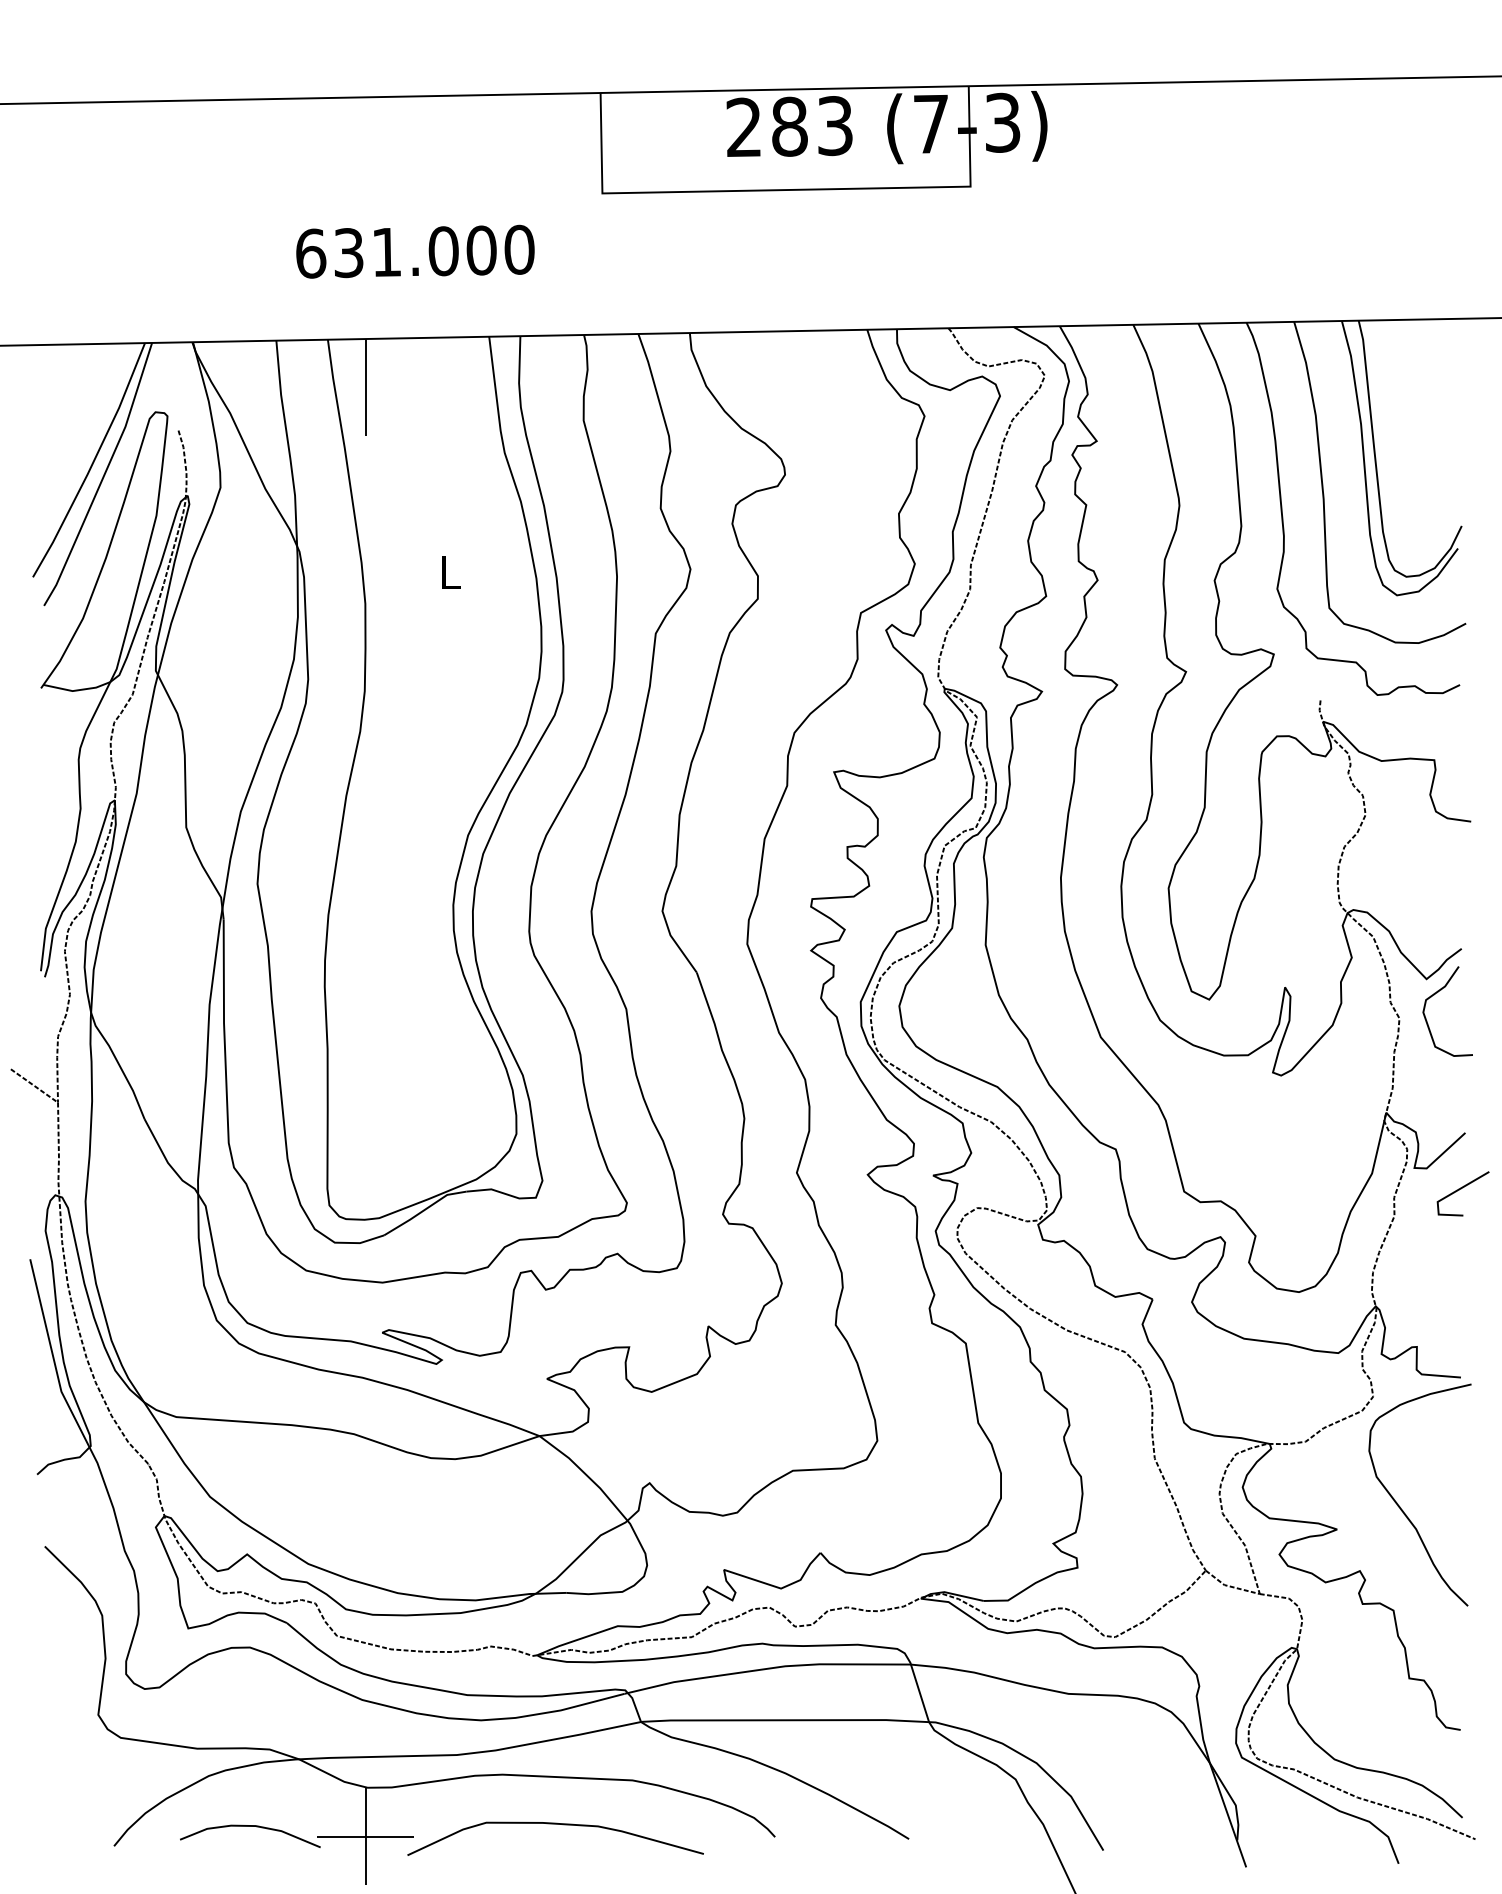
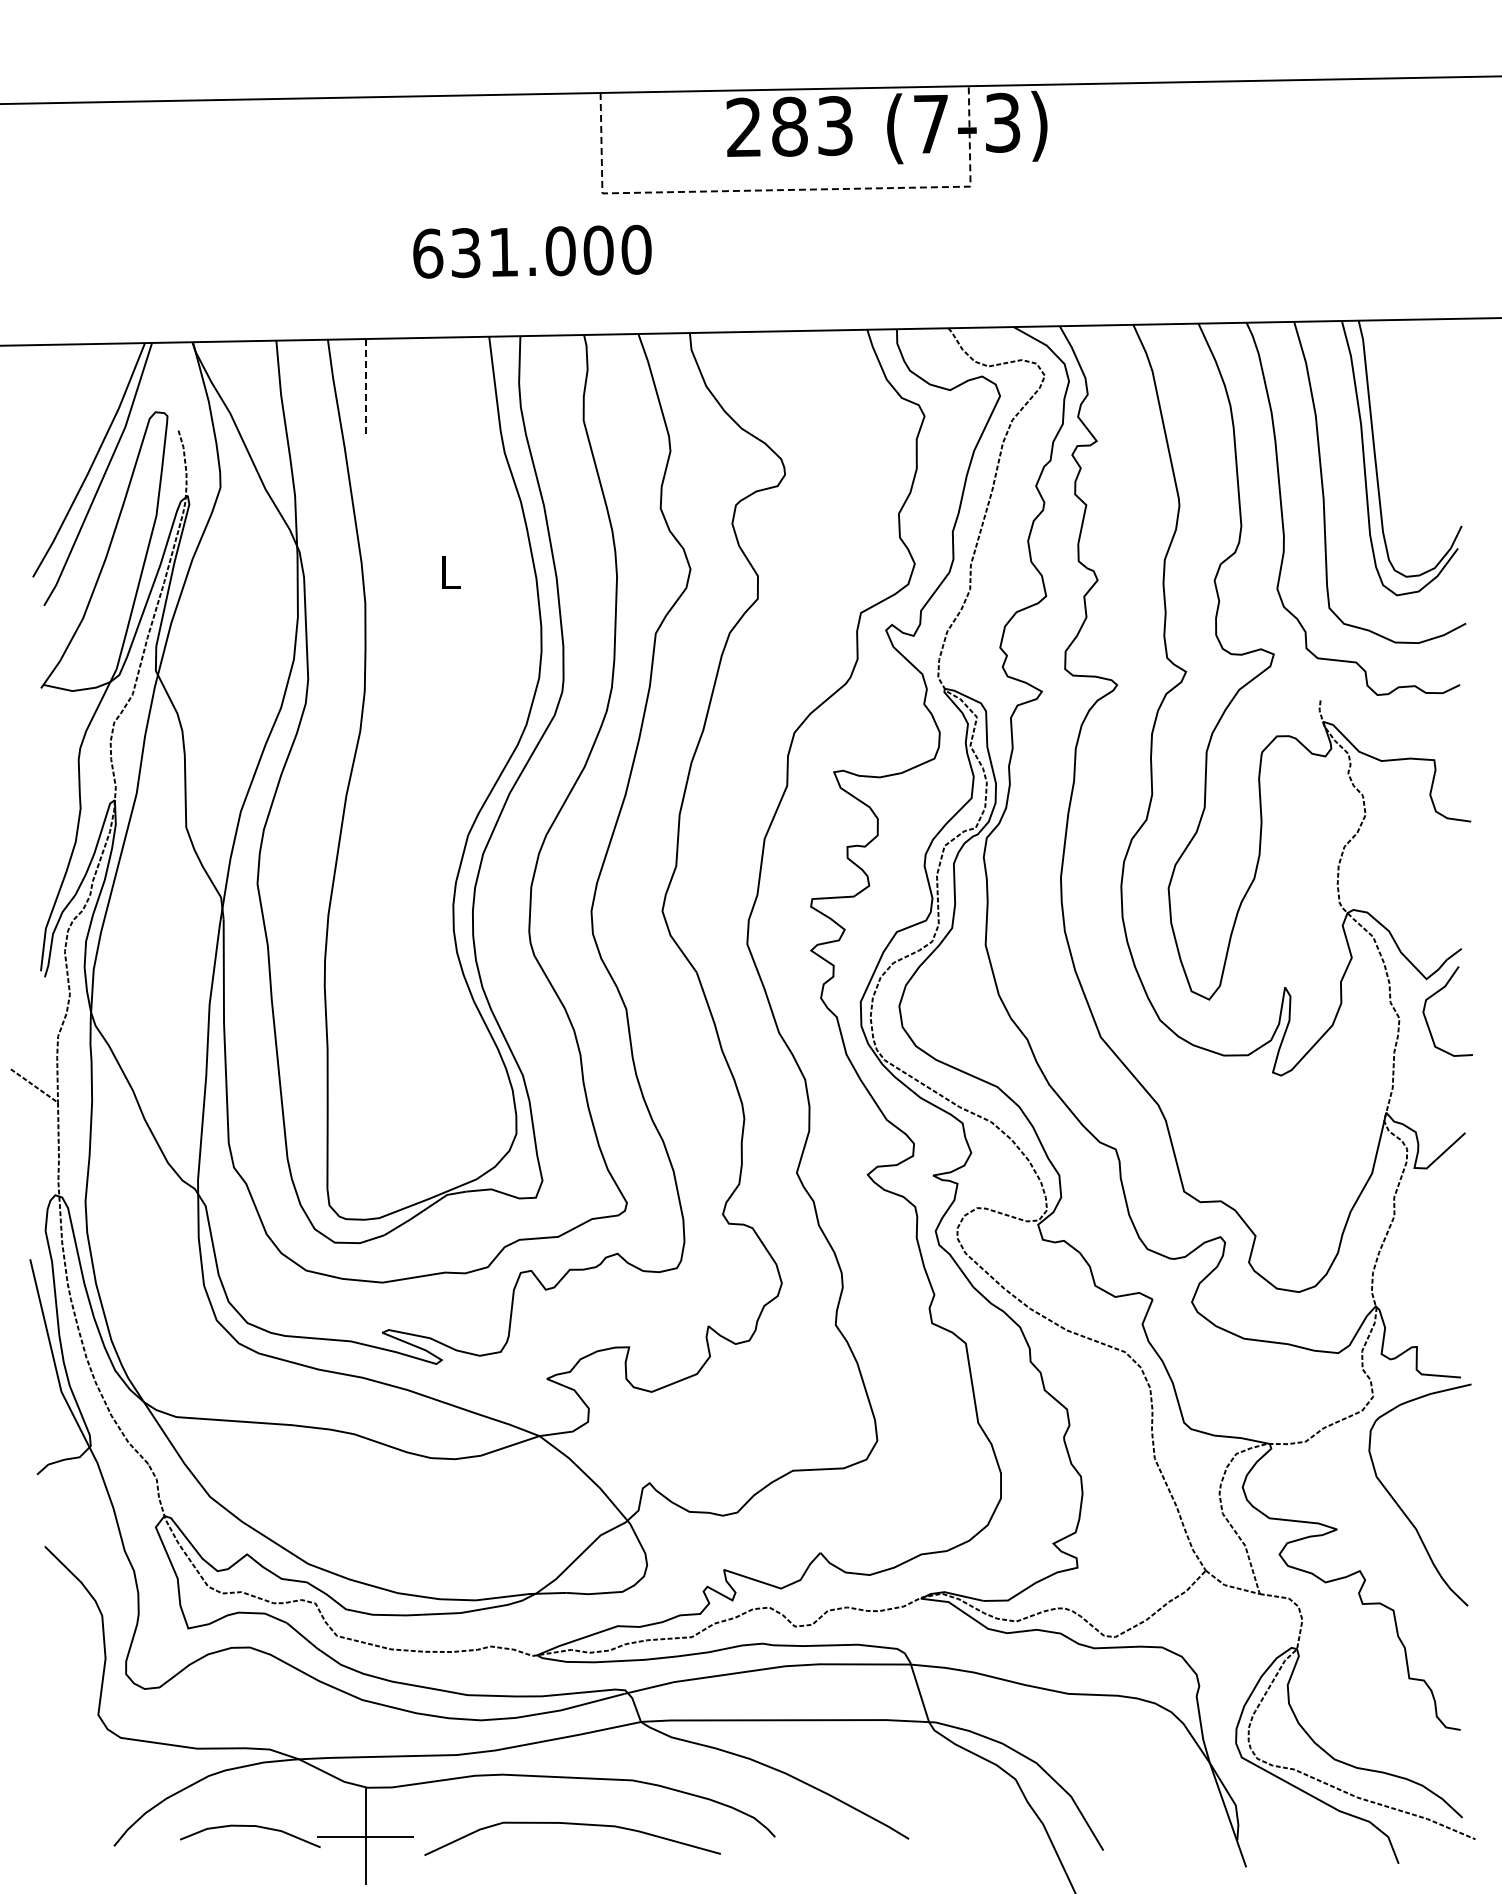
line at (787, 190): solid -> dashed
text at (415, 251) position: (415, 251) -> (532, 251)
line at (365, 387): solid -> dashed
line at (1461, 1189): present -> none
curve at (555, 1824) position: (555, 1824) -> (572, 1824)
